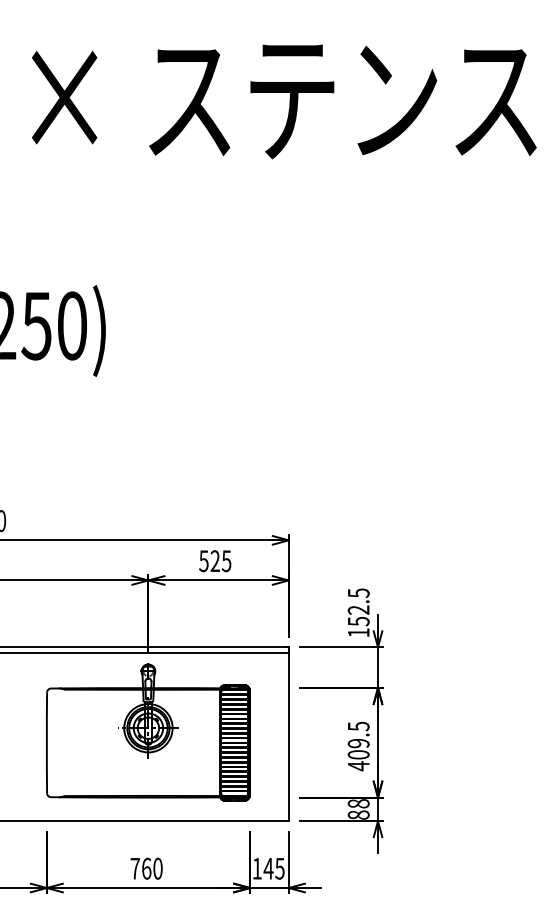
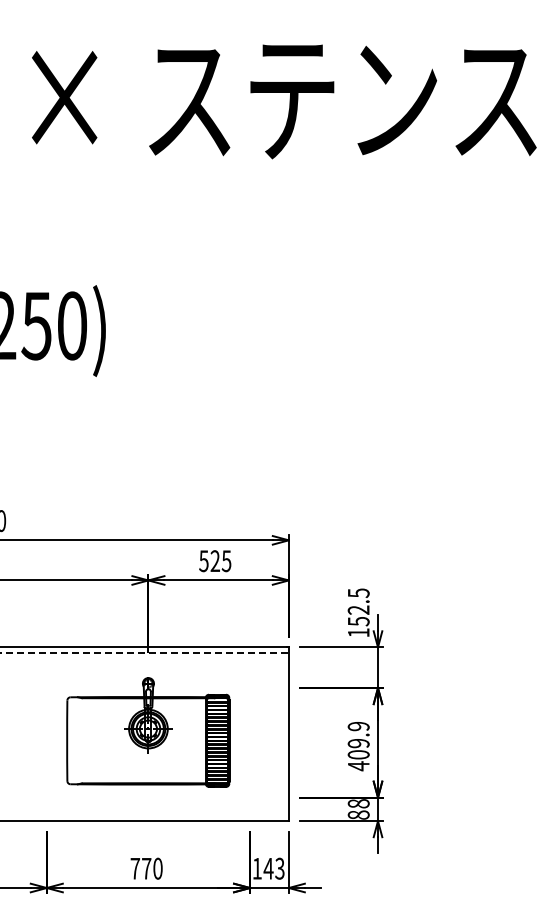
line at (144, 652): solid -> dashed
text at (358, 726): 409.5 -> 409.9
part at (148, 732) size: 205x139 px -> 165x111 px
text at (146, 868): 760 -> 770
text at (279, 868): 145 -> 143
